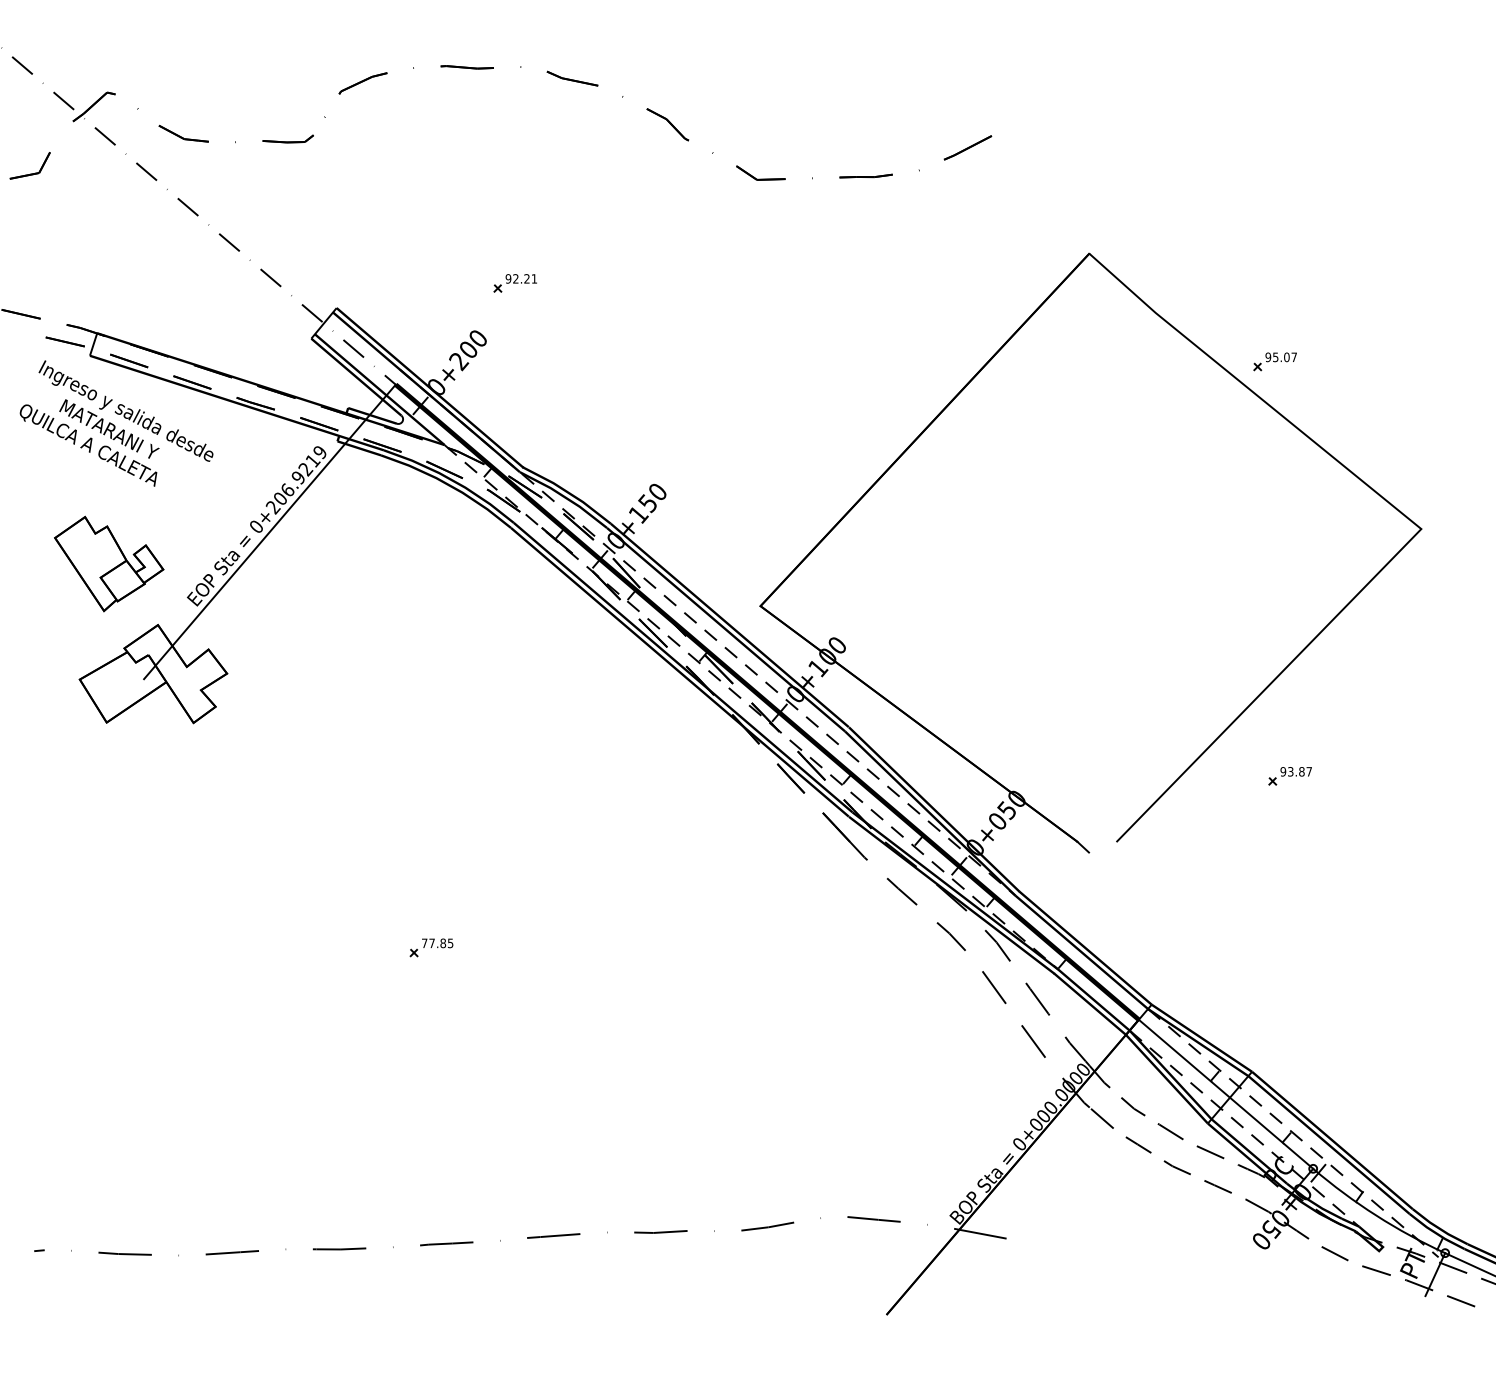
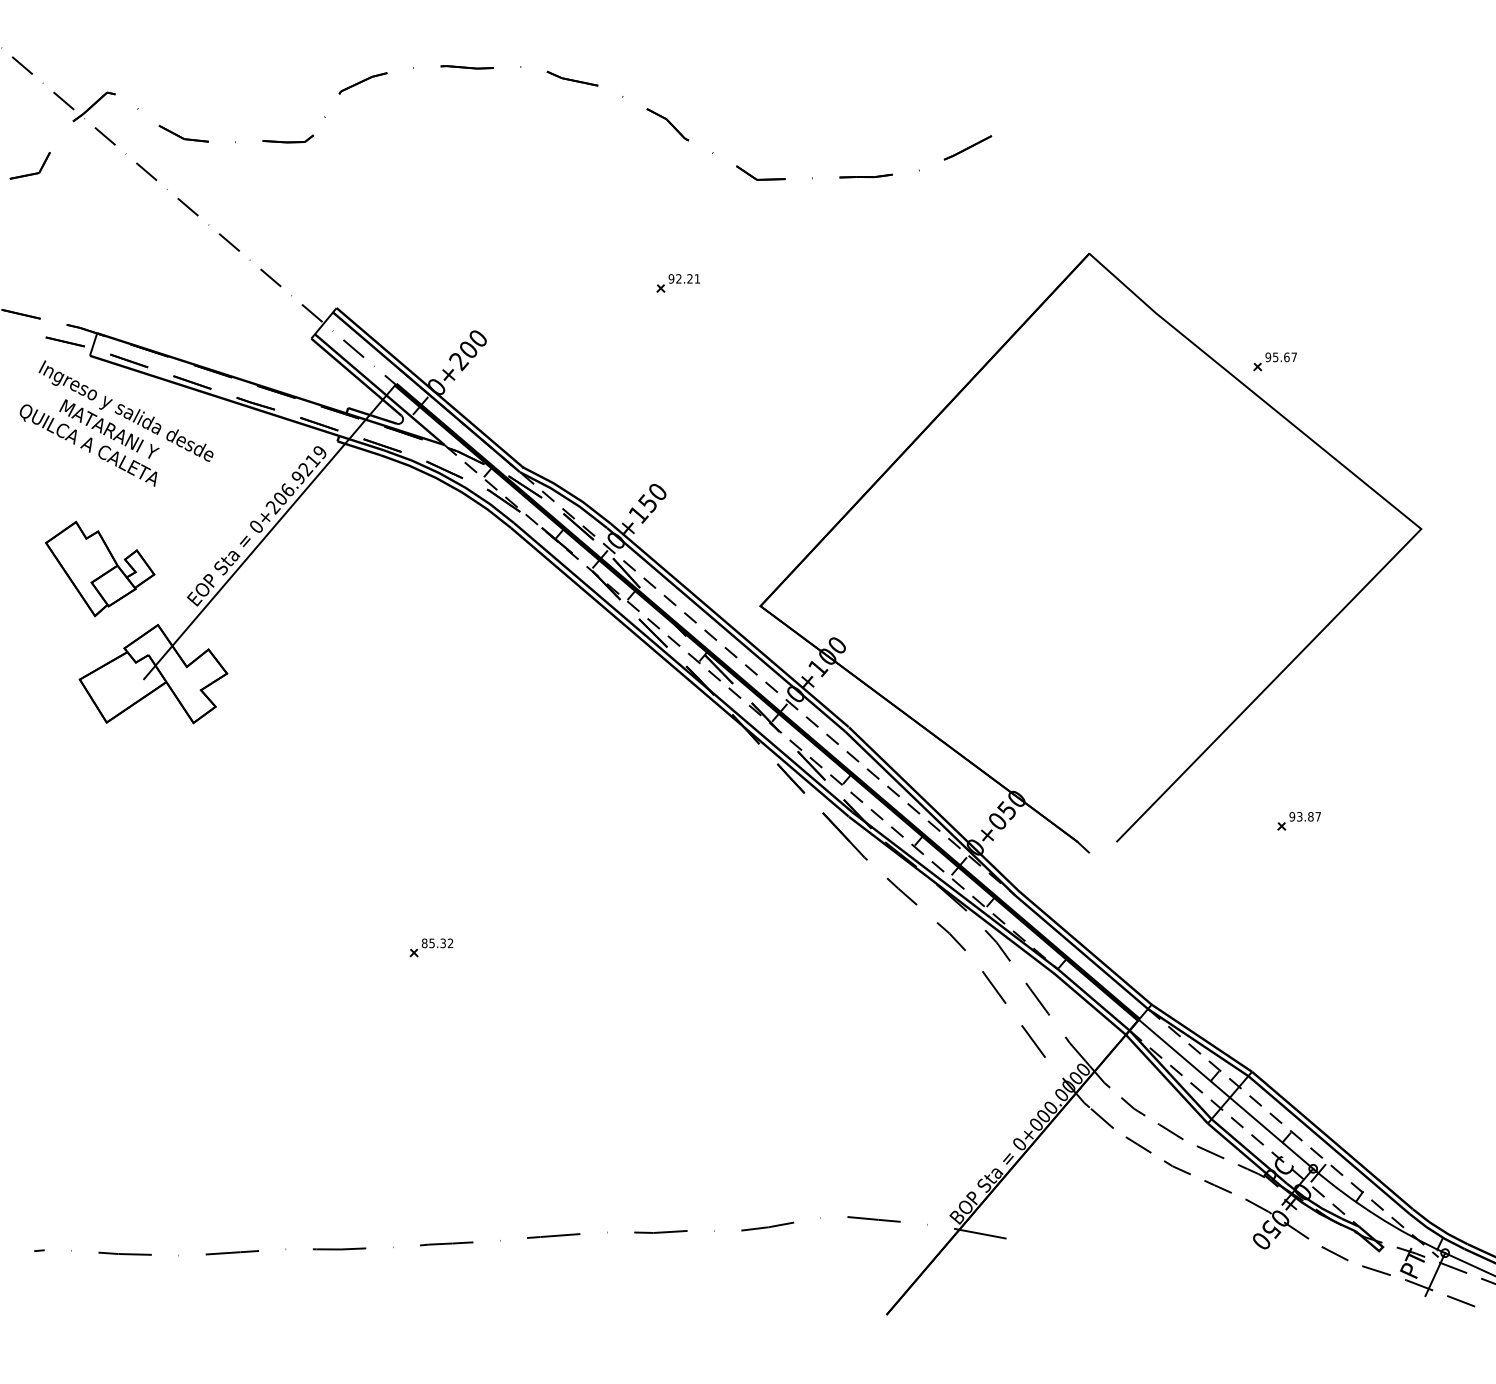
part at (514, 283) position: (514, 283) -> (677, 283)
text at (1286, 356): 95.07 -> 95.67
part at (109, 563) position: (109, 563) -> (100, 568)
part at (1289, 776) position: (1289, 776) -> (1298, 821)
text at (437, 943): 77.85 -> 85.32
